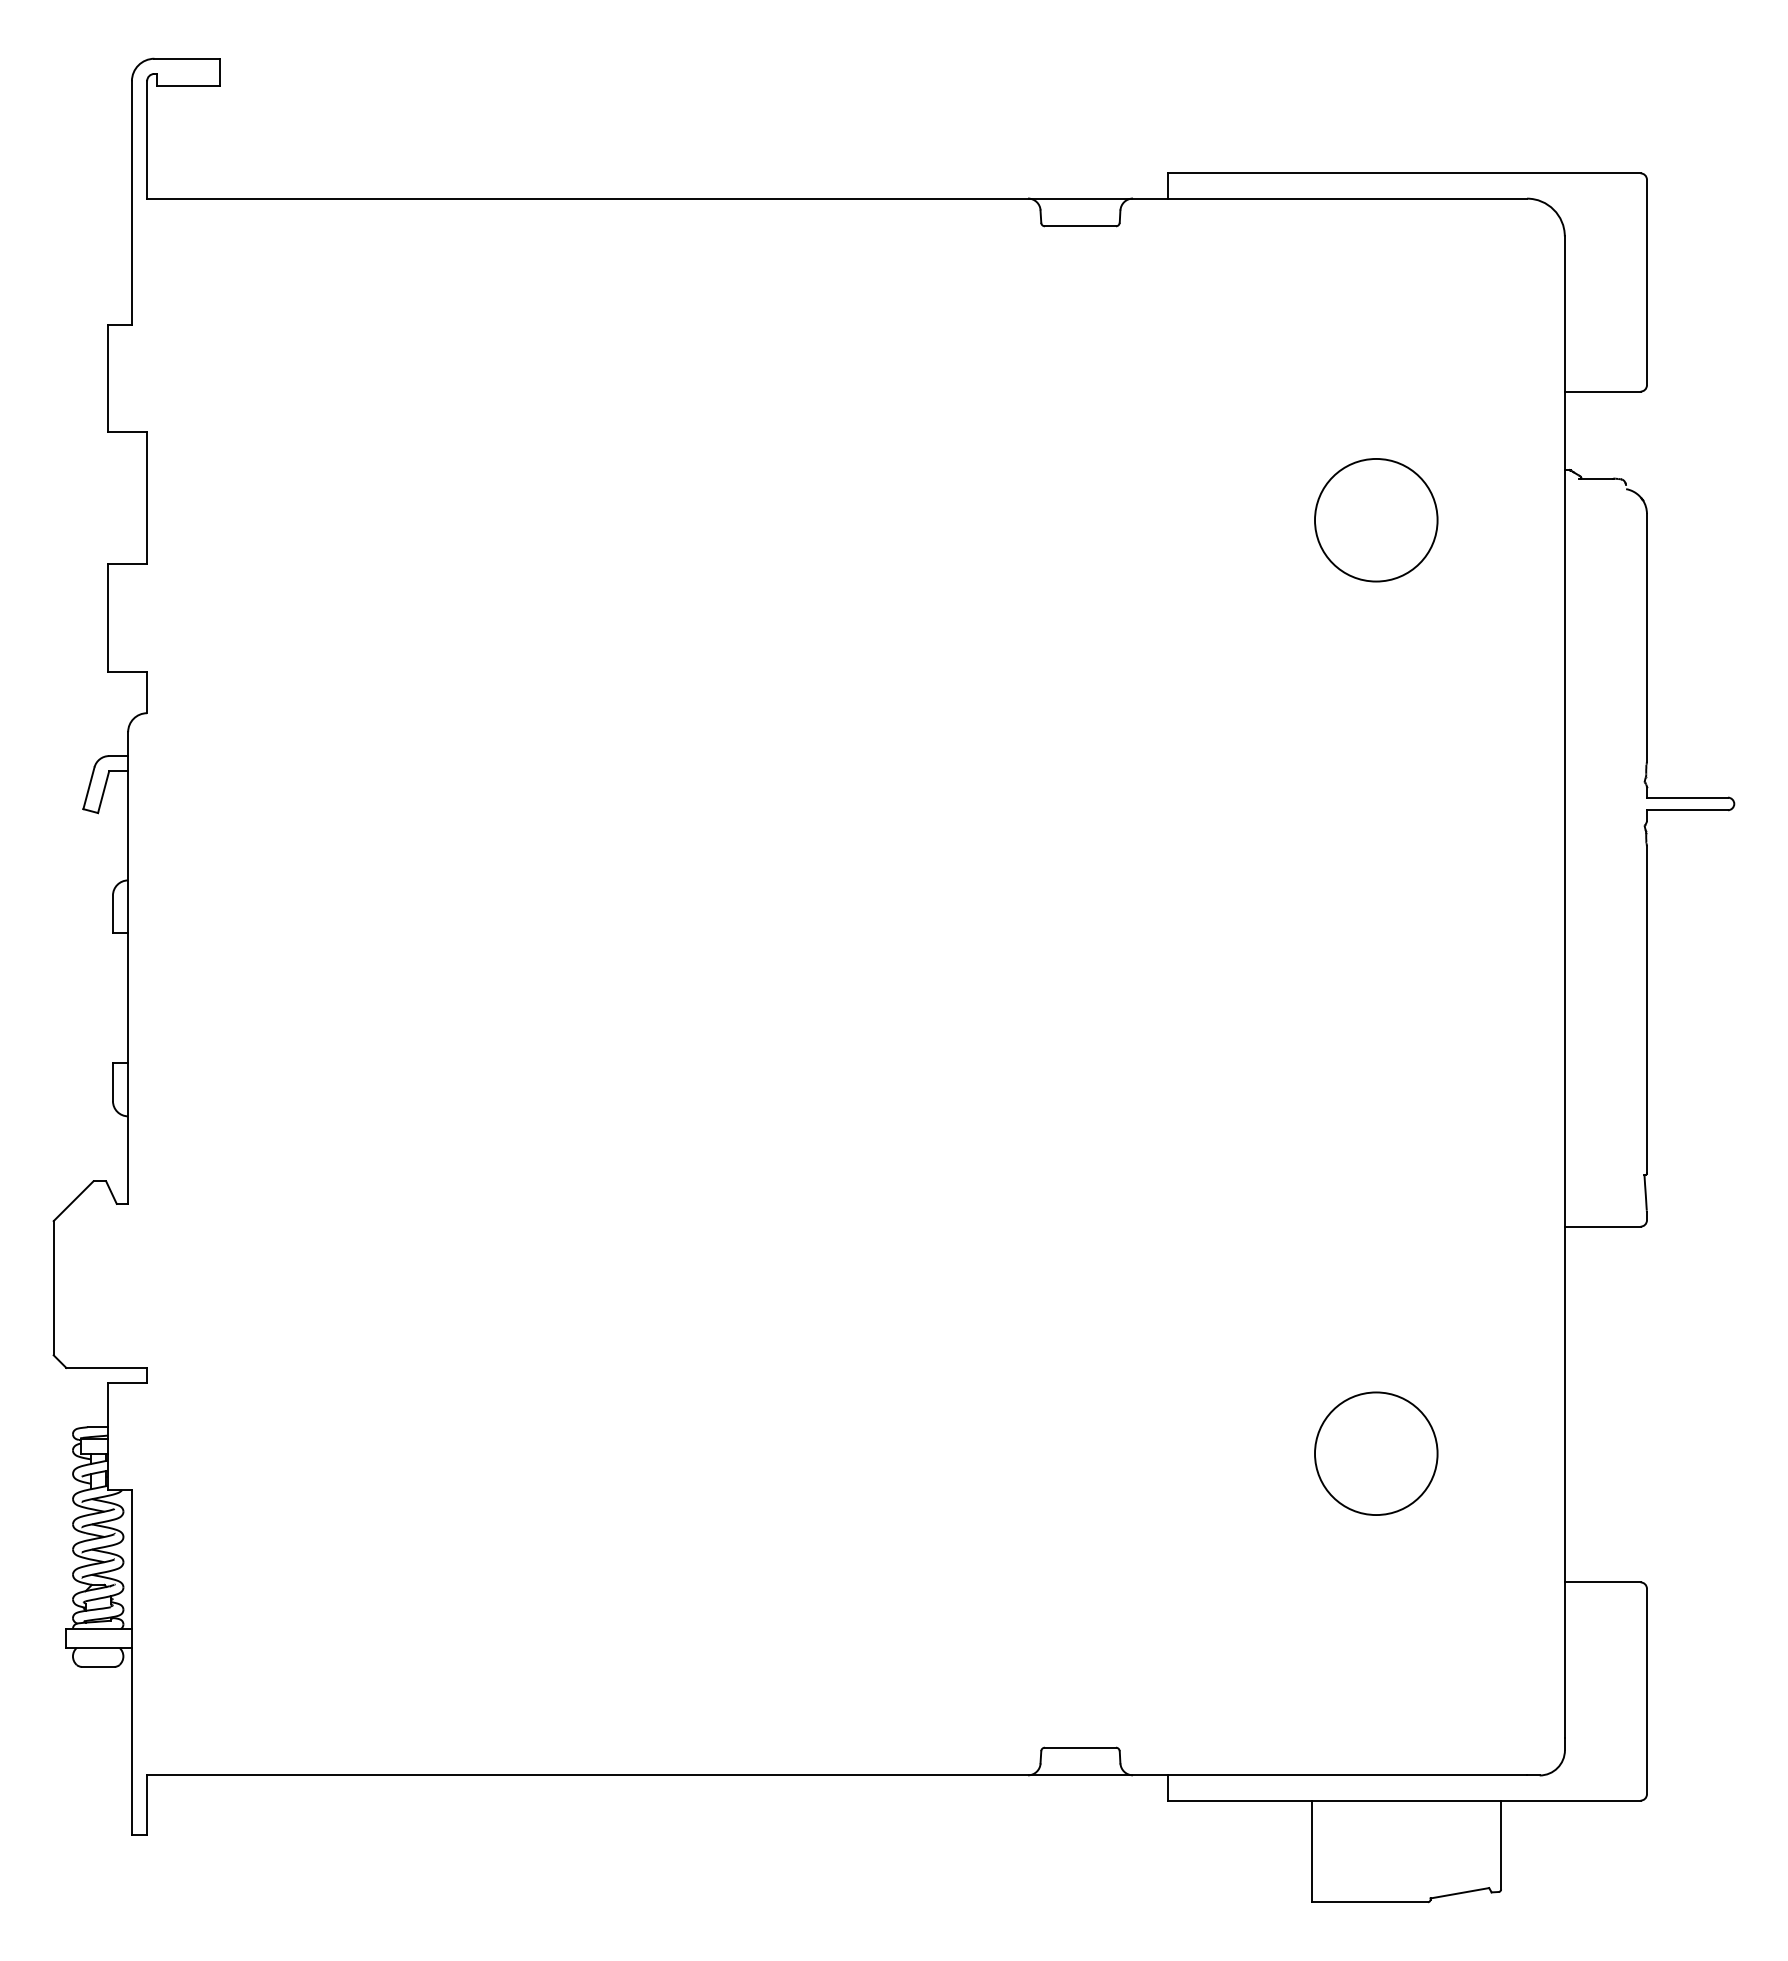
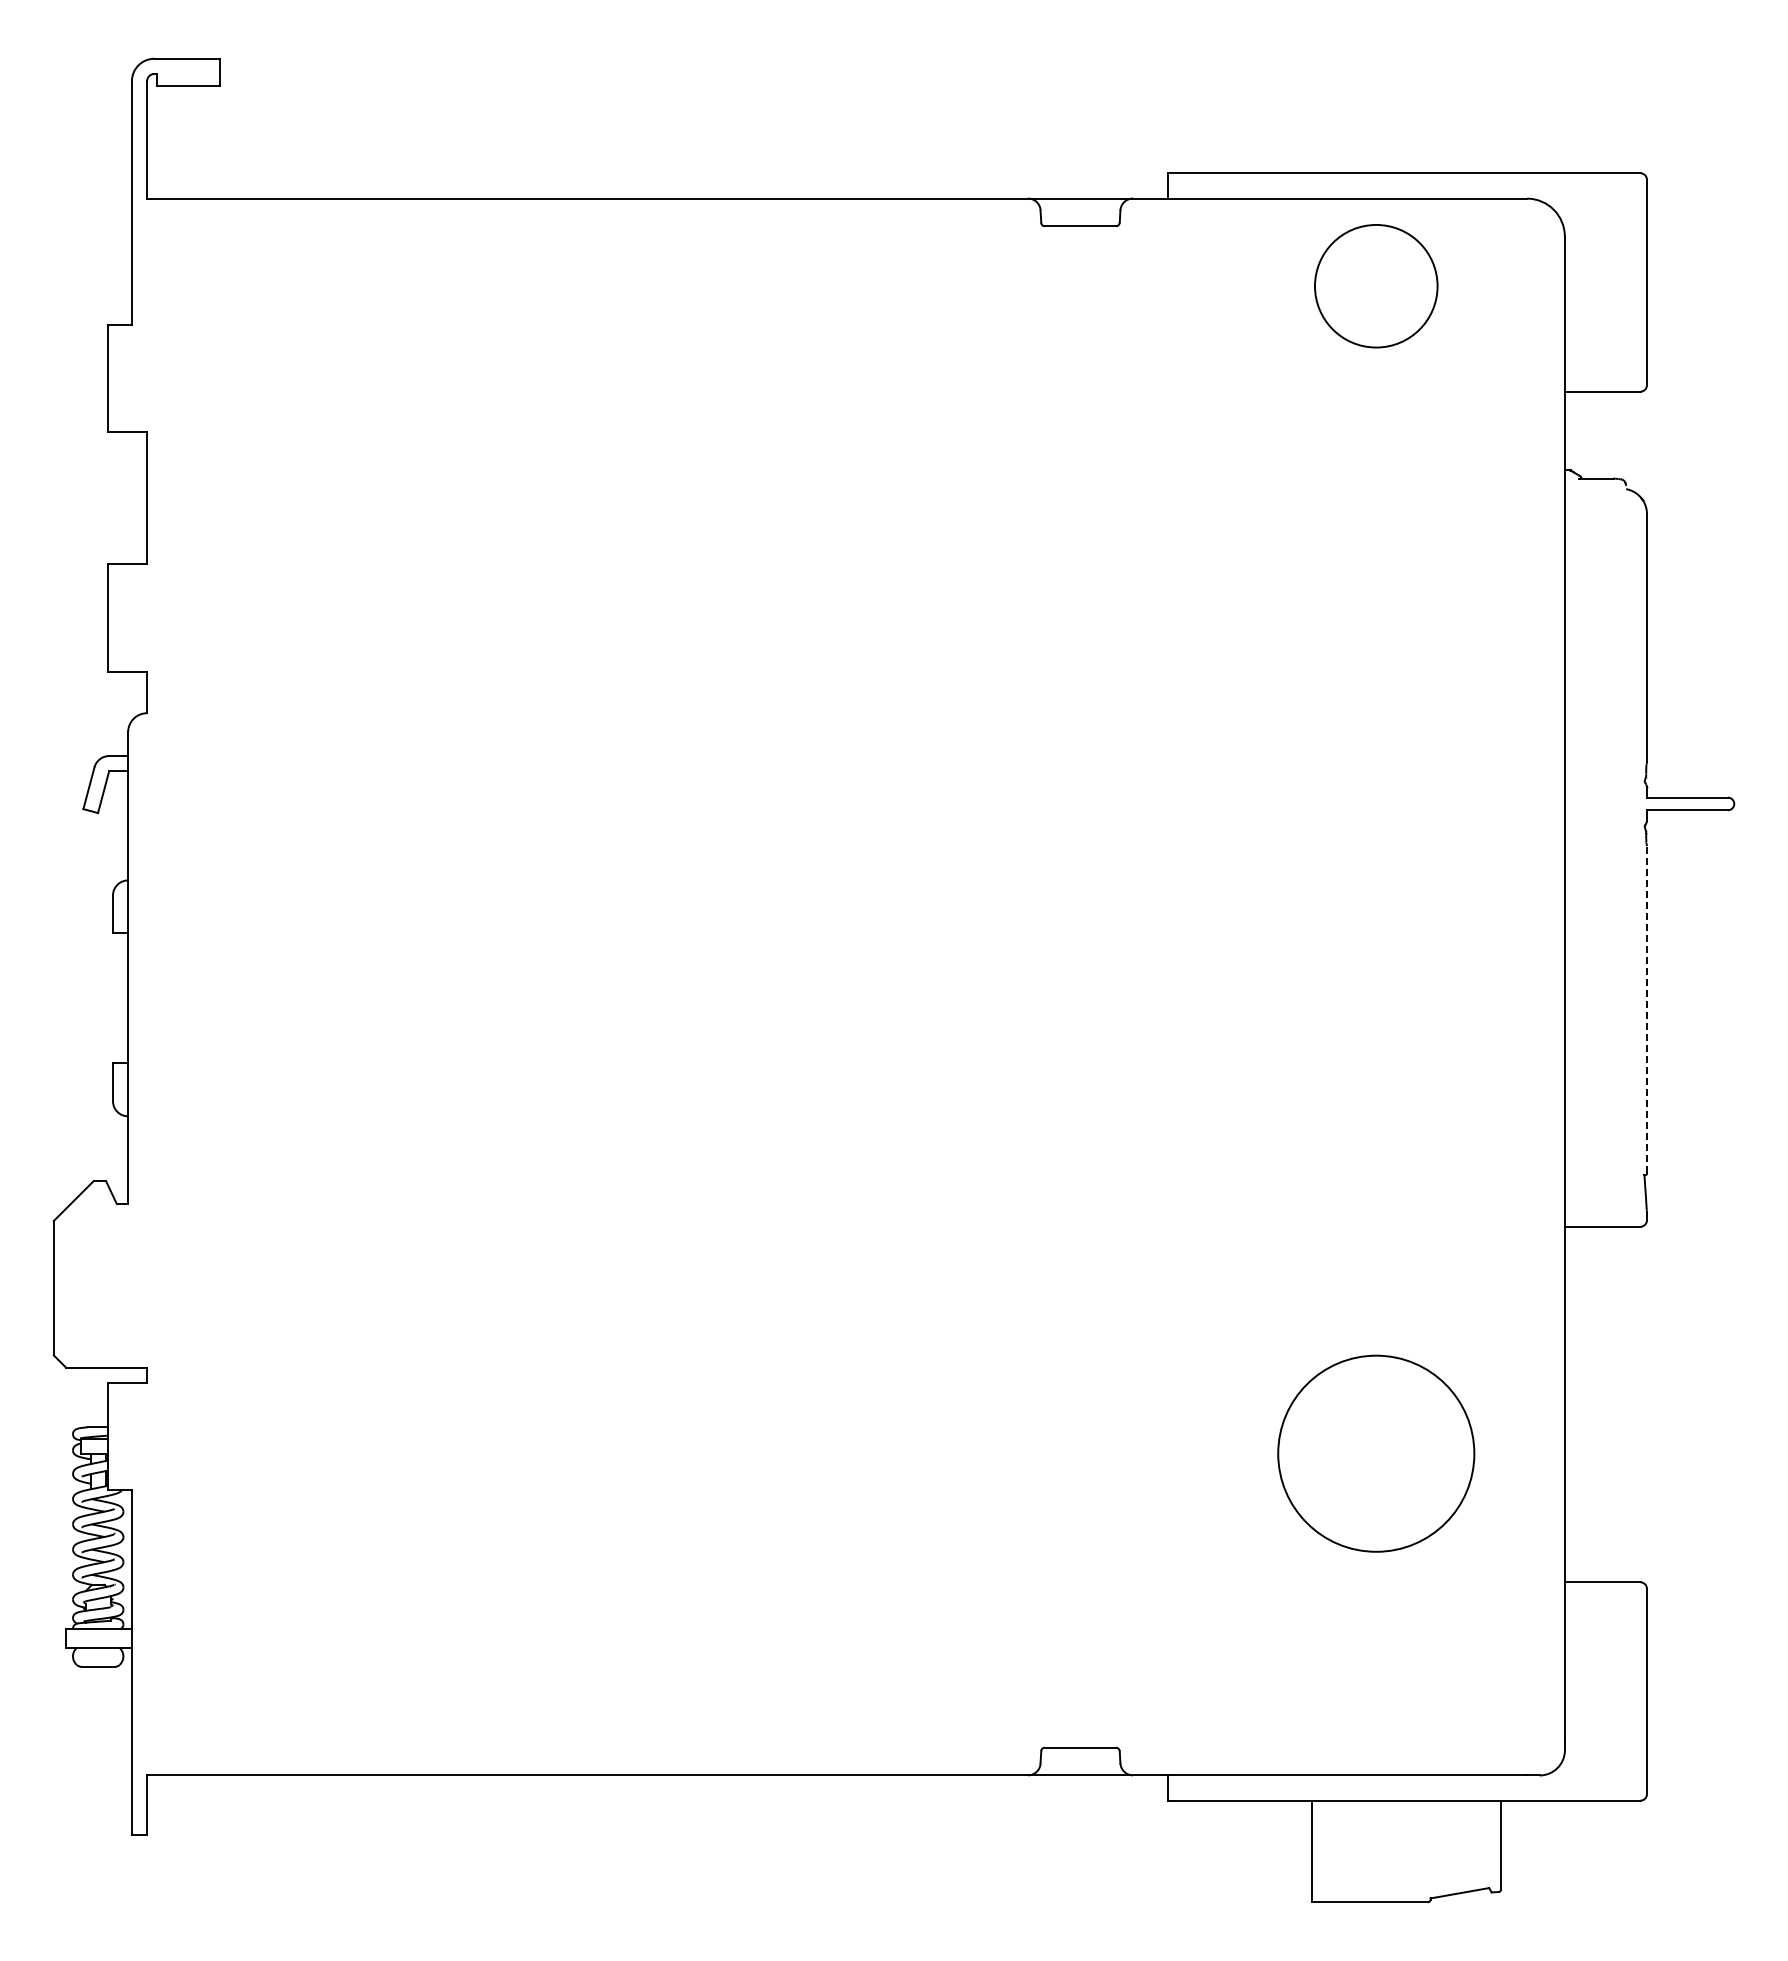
circle at (1376, 520) position: (1376, 520) -> (1376, 286)
line at (1646, 1009): solid -> dashed
circle at (1376, 1453) diameter: 123 px -> 196 px
